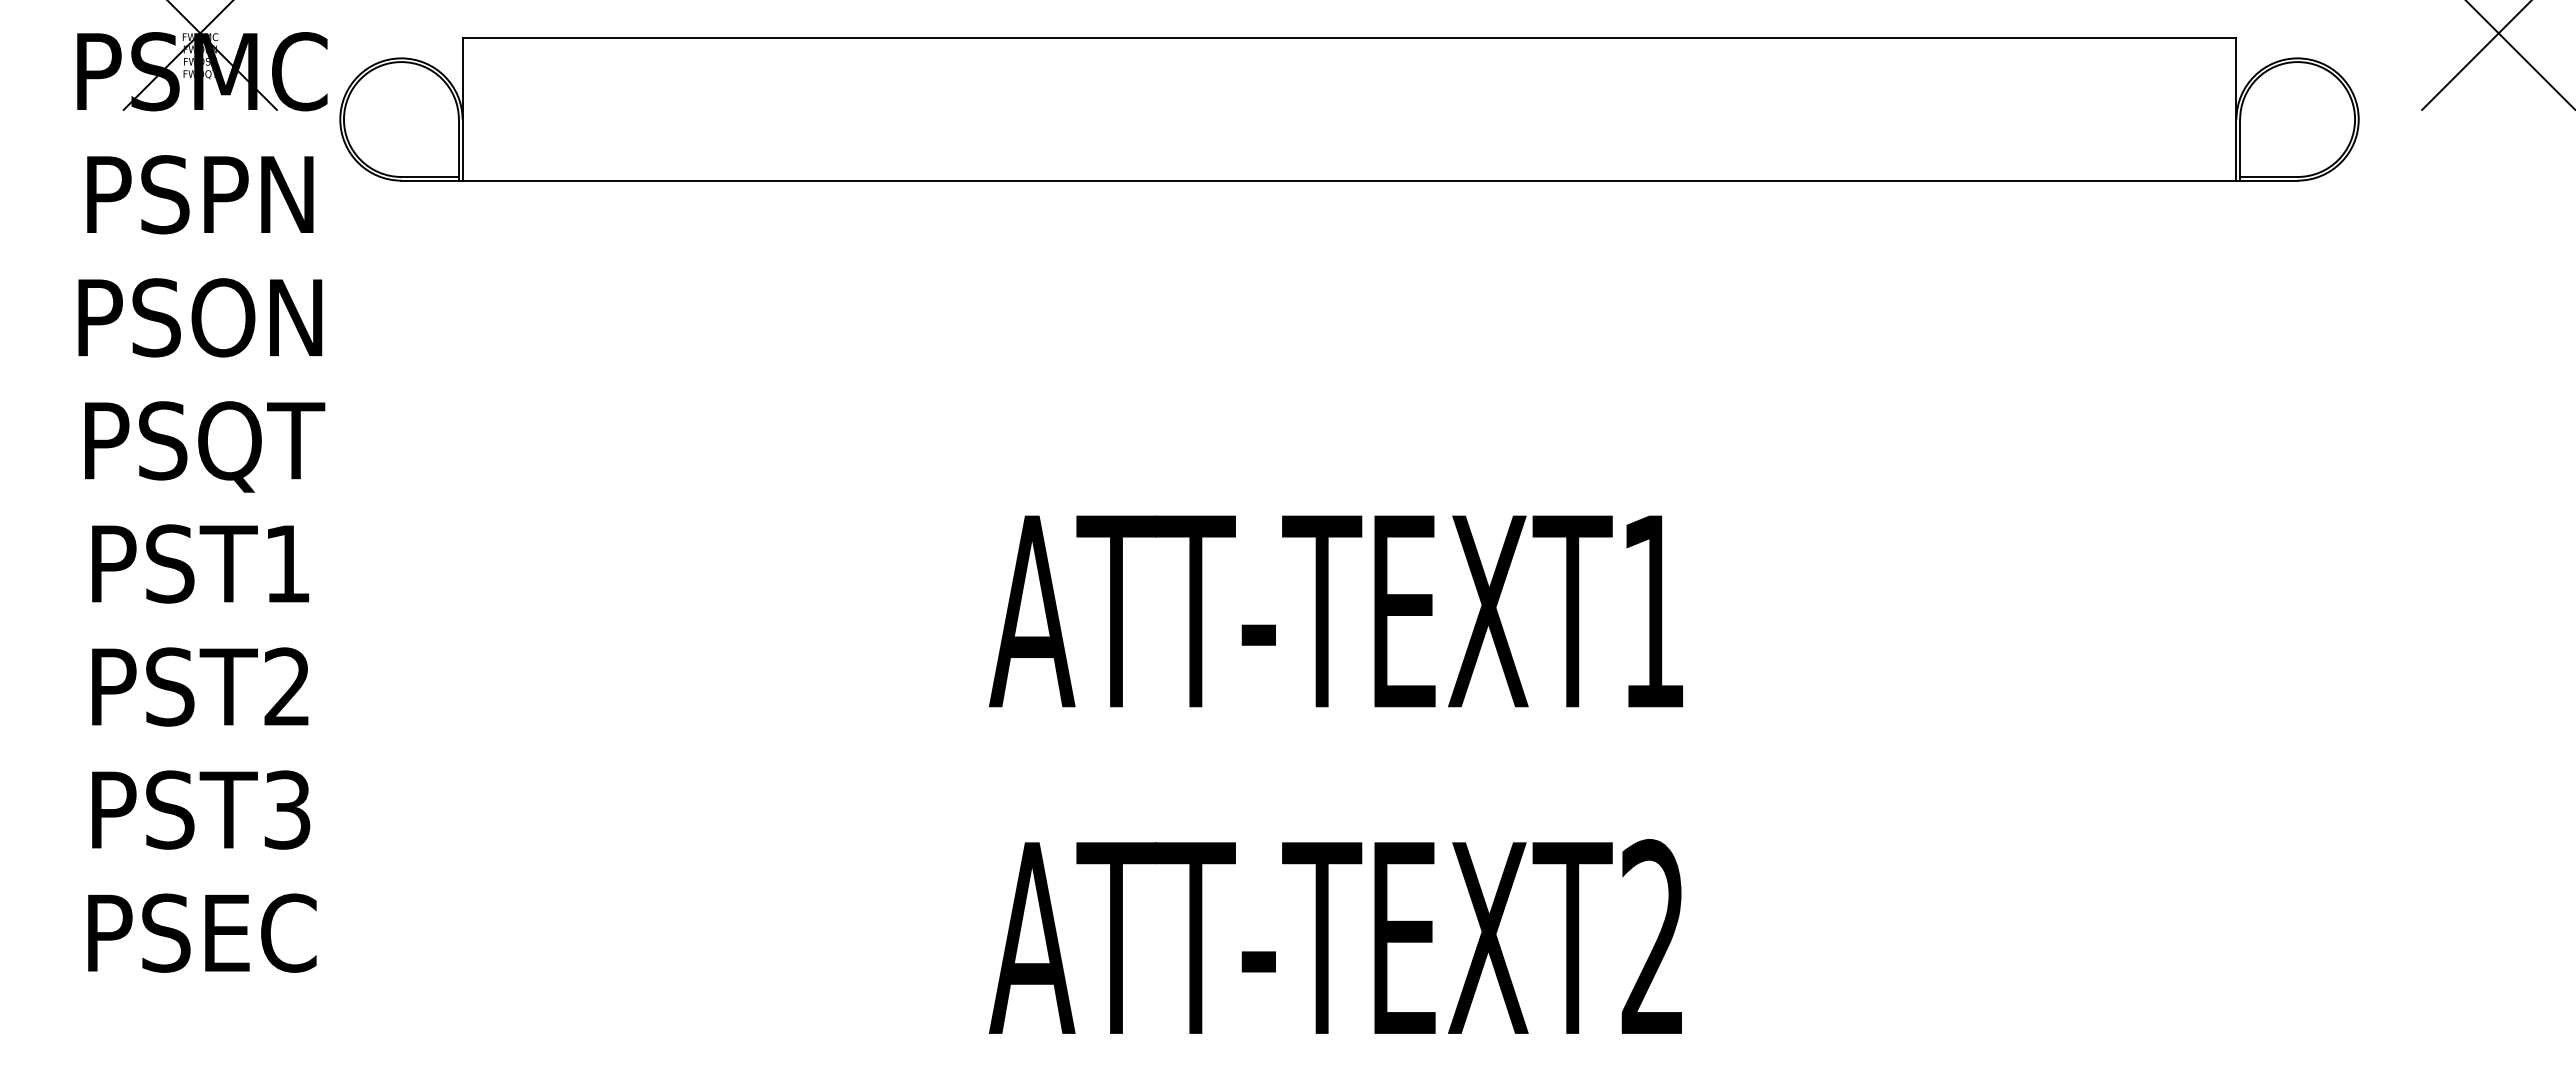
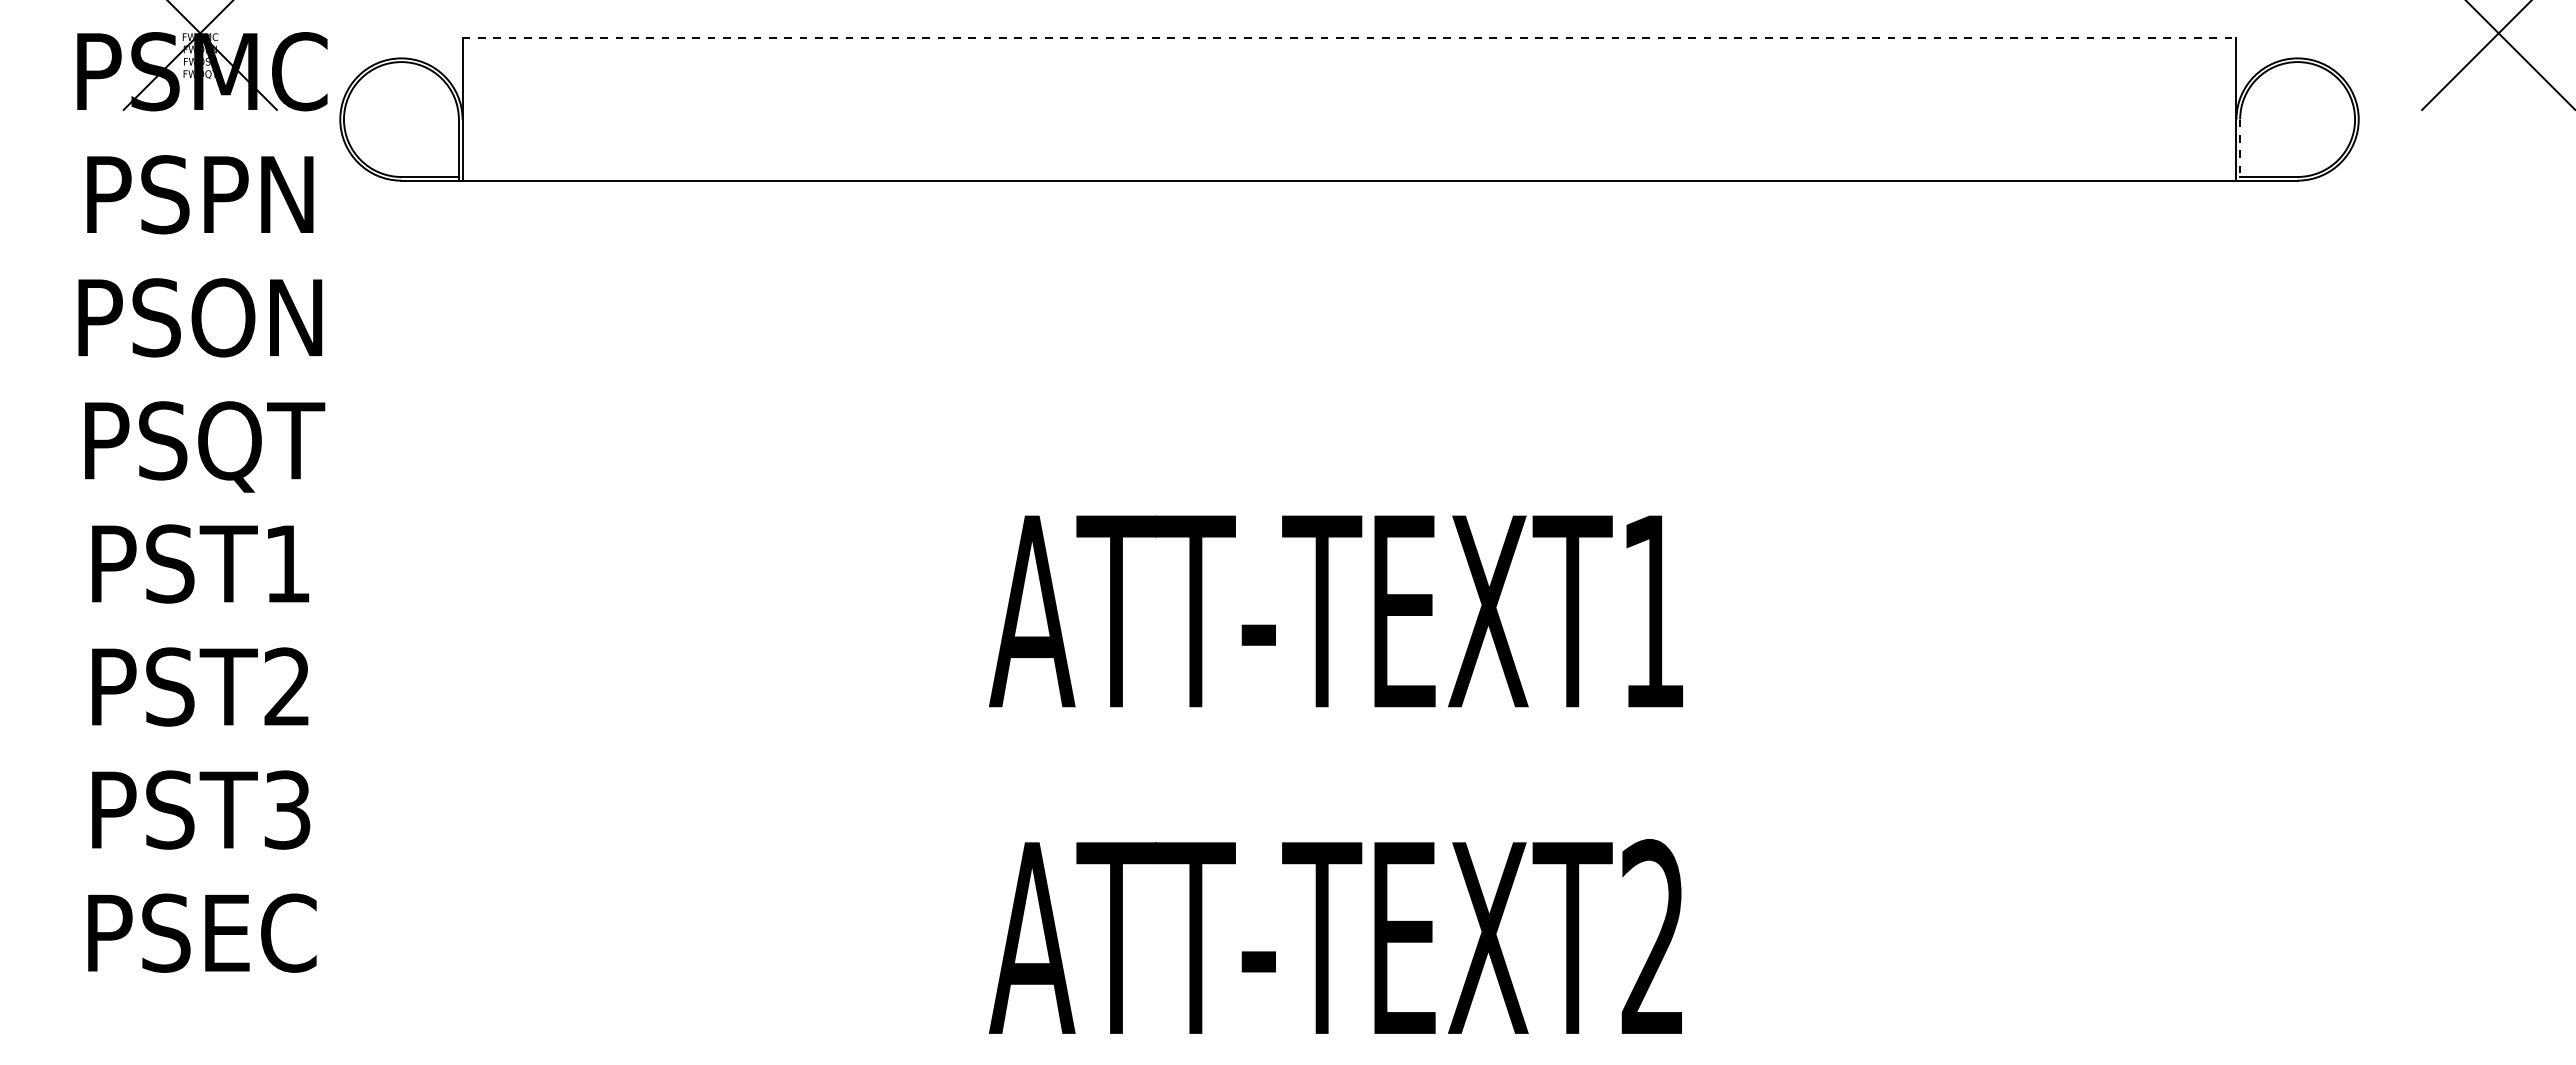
line at (1349, 37): solid -> dashed
line at (2240, 150): solid -> dashed
